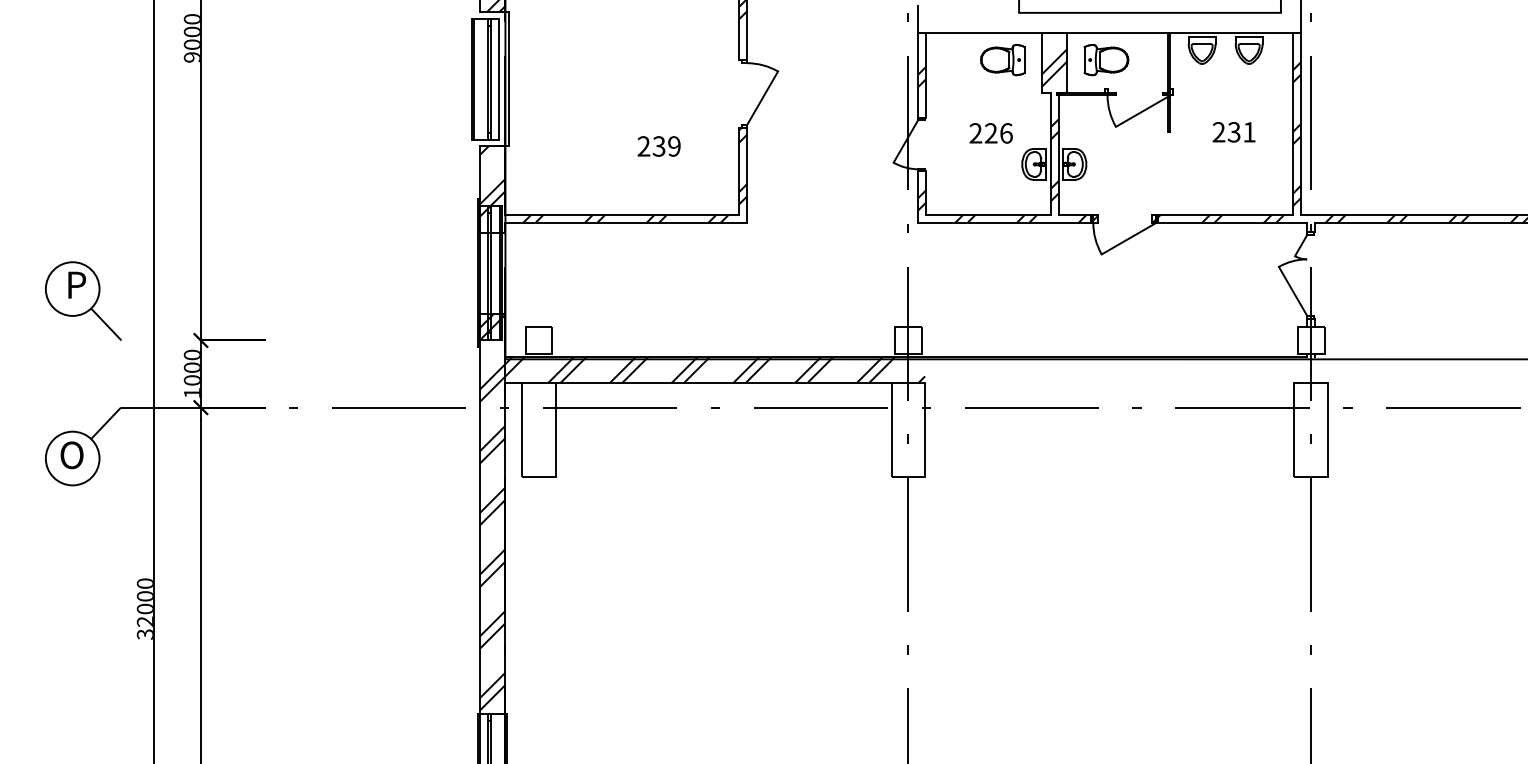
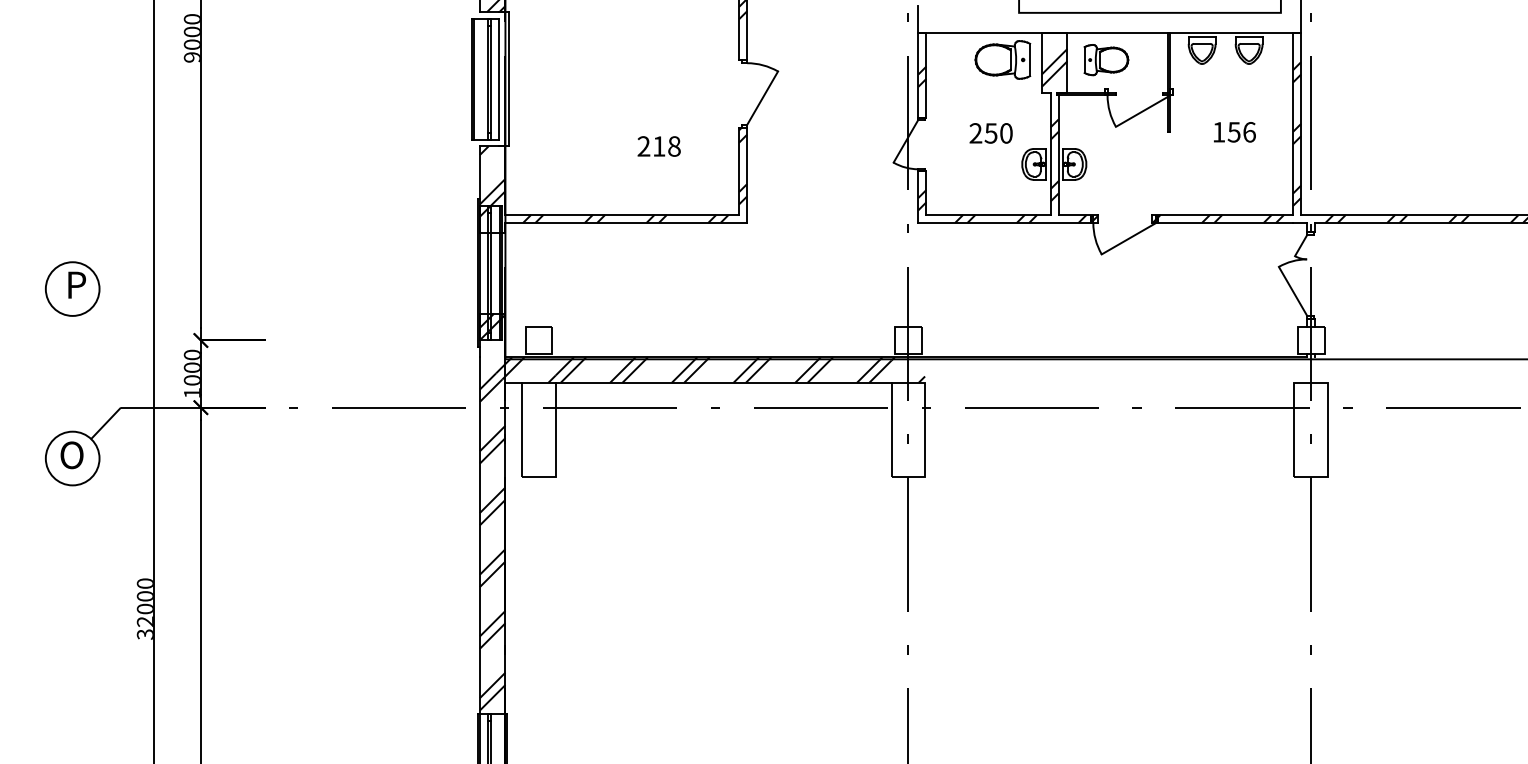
part at (1002, 60) size: 46x33 px -> 58x40 px
text at (1233, 132): 231 -> 156
text at (998, 133): 226 -> 250
text at (666, 146): 239 -> 218
line at (106, 324): present -> none
